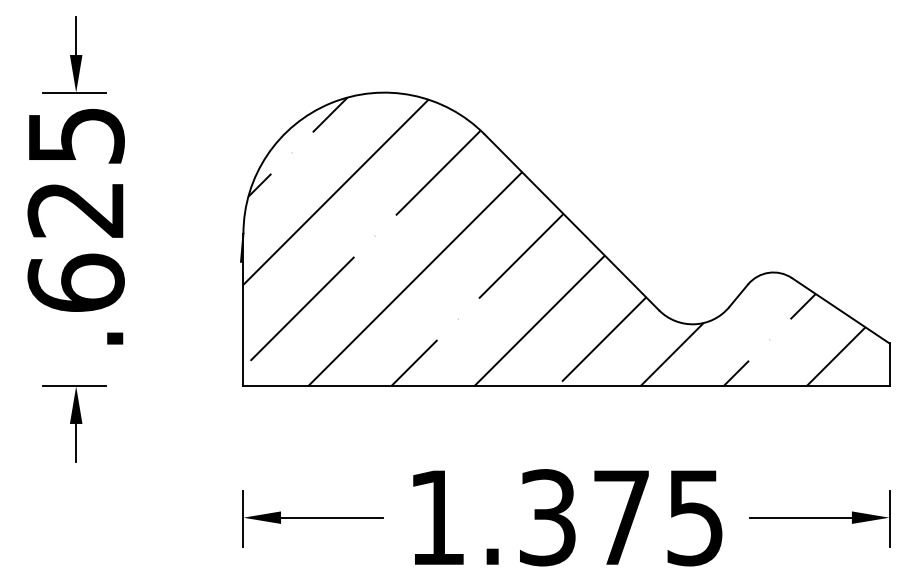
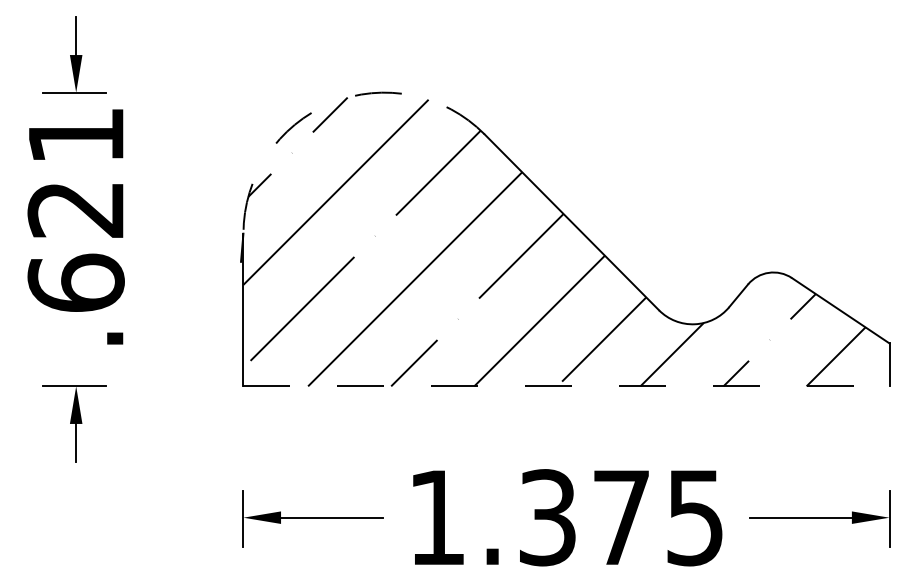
arc at (330, 103): solid -> dashed
text at (76, 135): .625 -> .621
line at (566, 386): solid -> dashed
